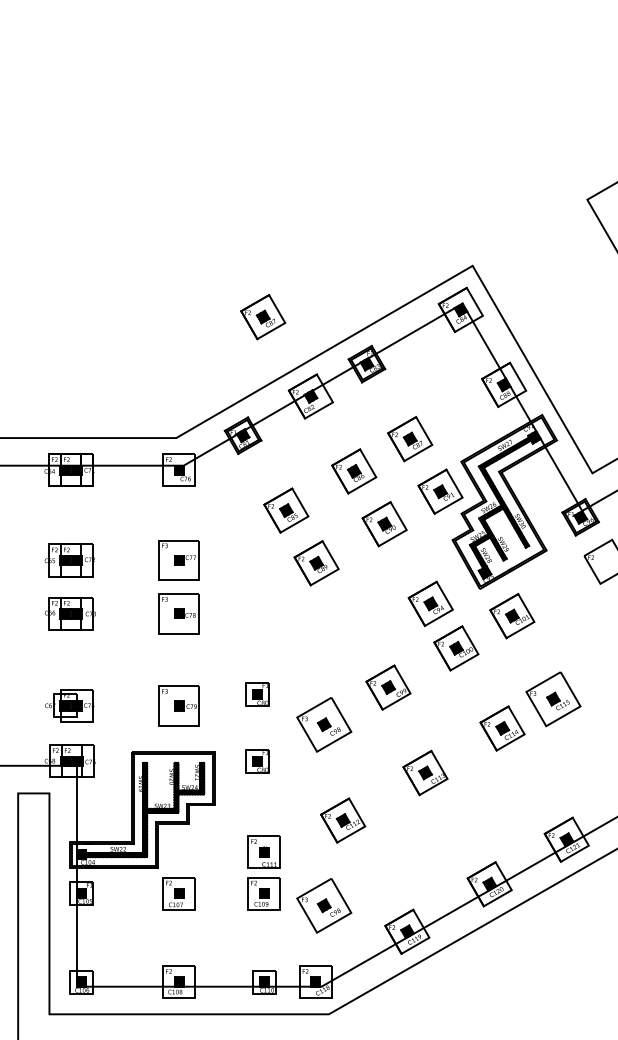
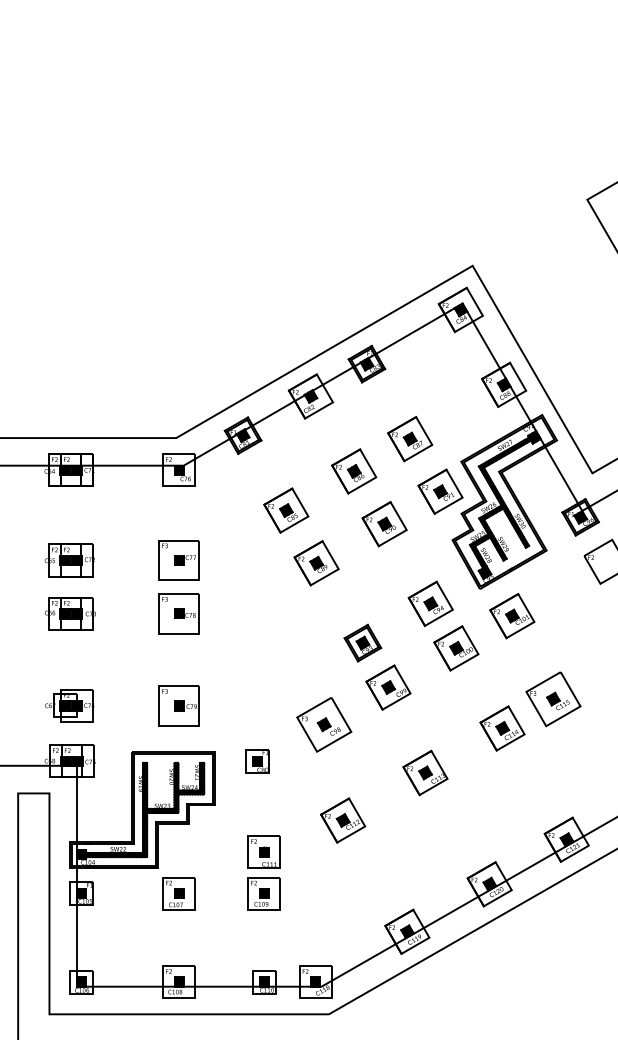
part at (263, 317): present -> none
part at (362, 642): none -> present
part at (257, 694): present -> none
part at (324, 905): present -> none
